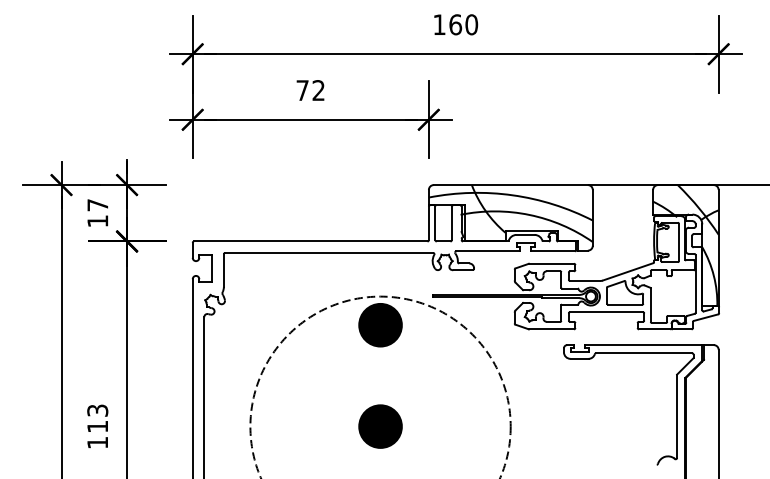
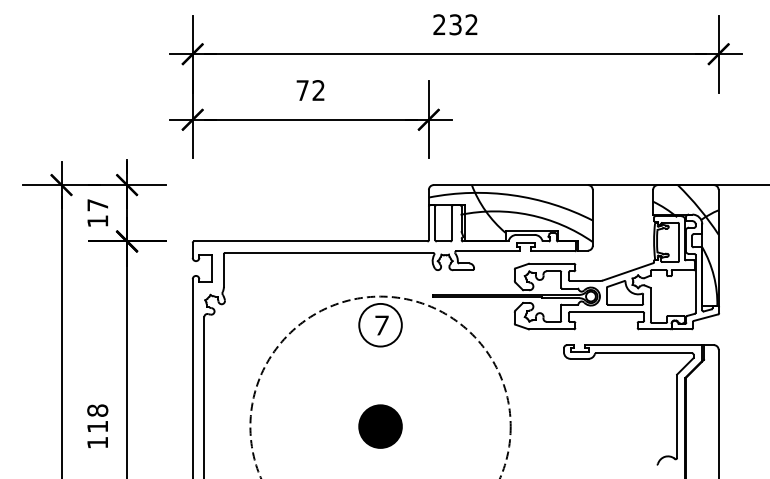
text at (455, 24): 160 -> 232
fill at (380, 324): present -> none
text at (97, 410): 113 -> 118
